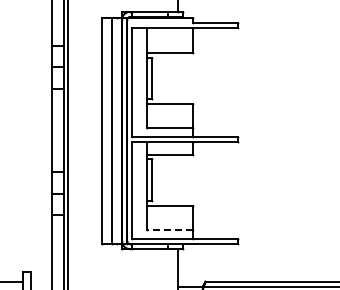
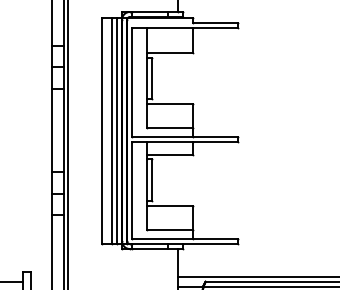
line at (117, 130): none -> present
line at (170, 230): dashed -> solid
line at (256, 276): none -> present
